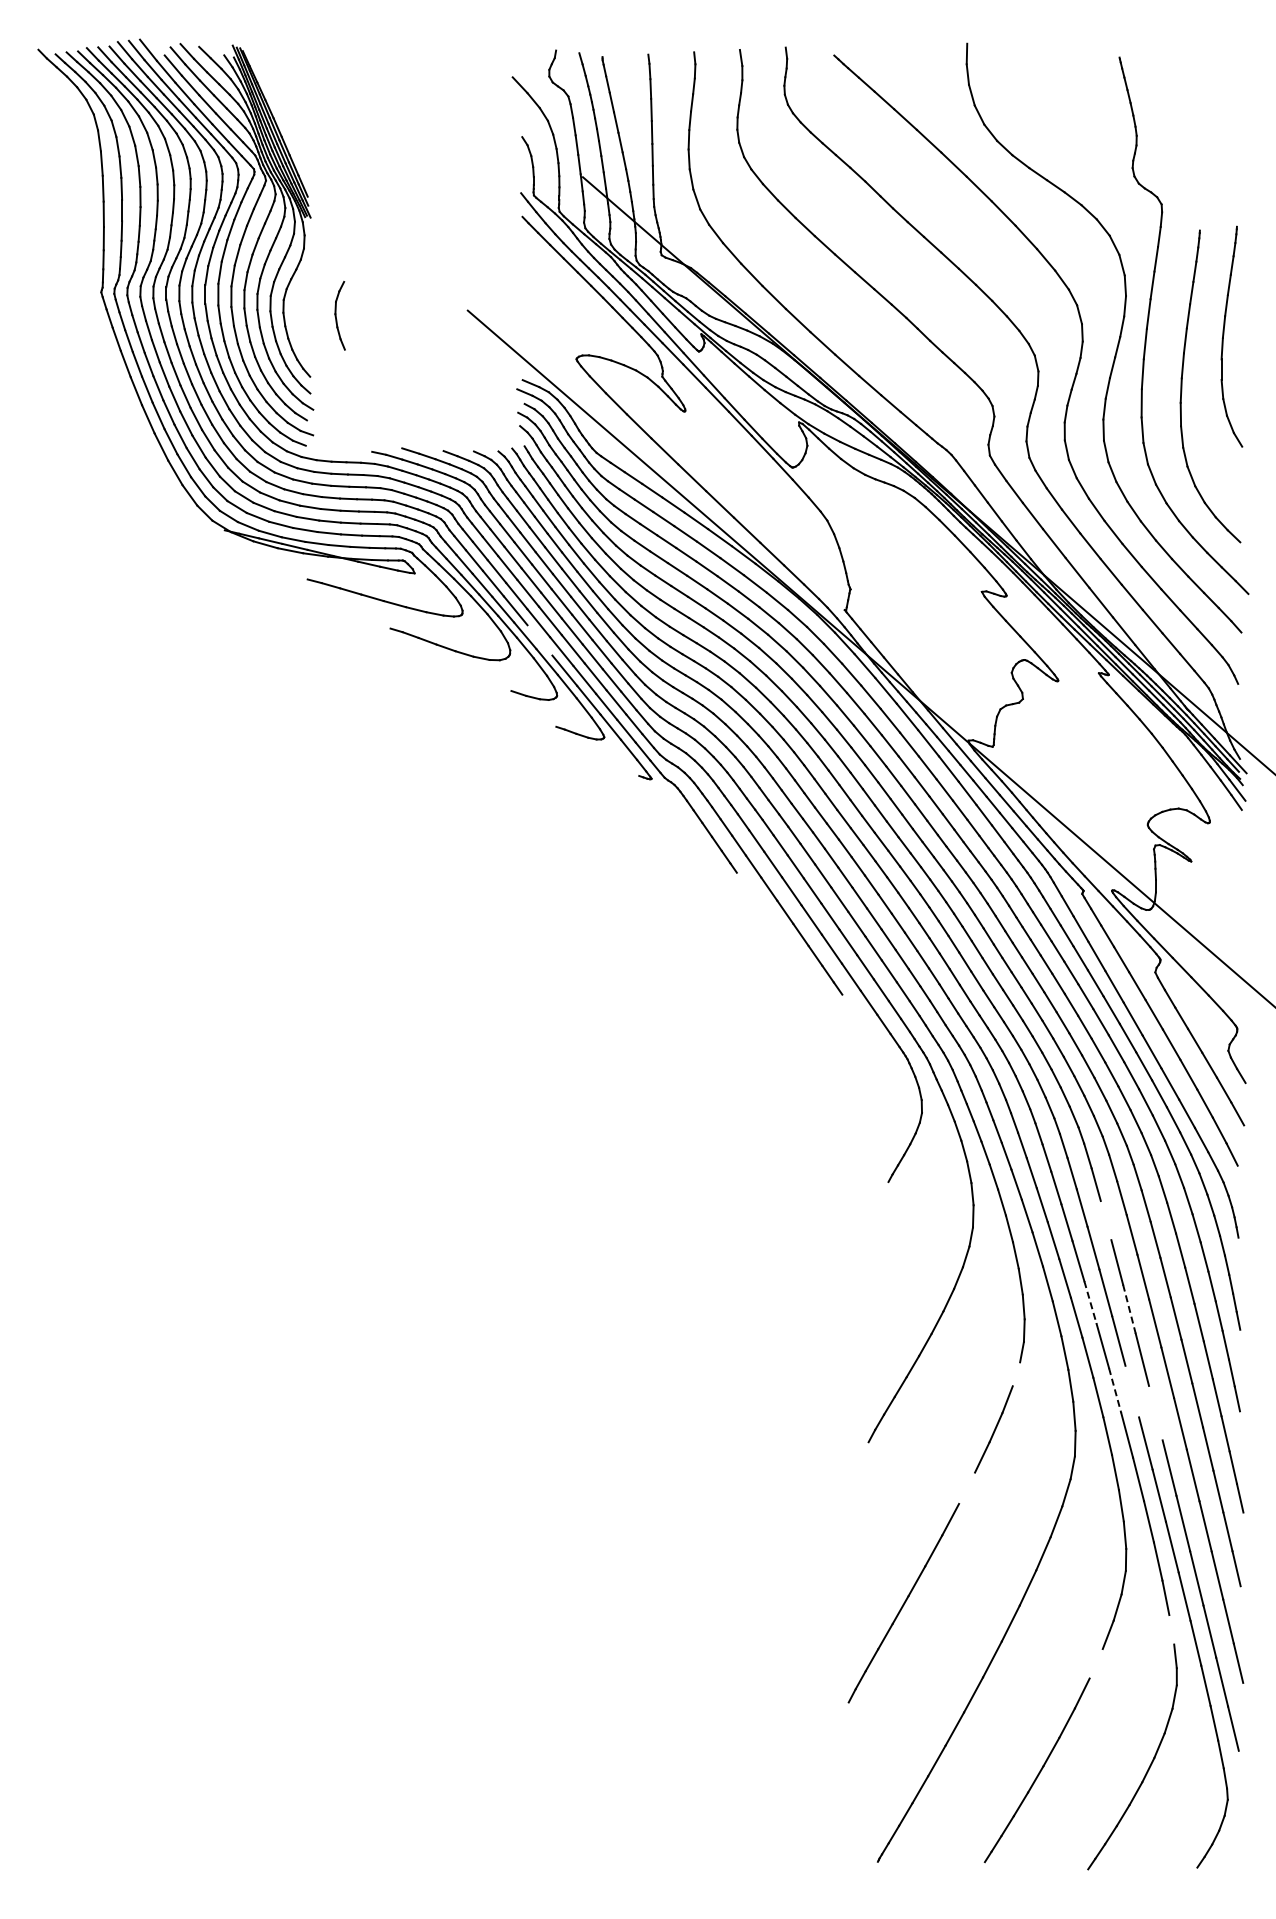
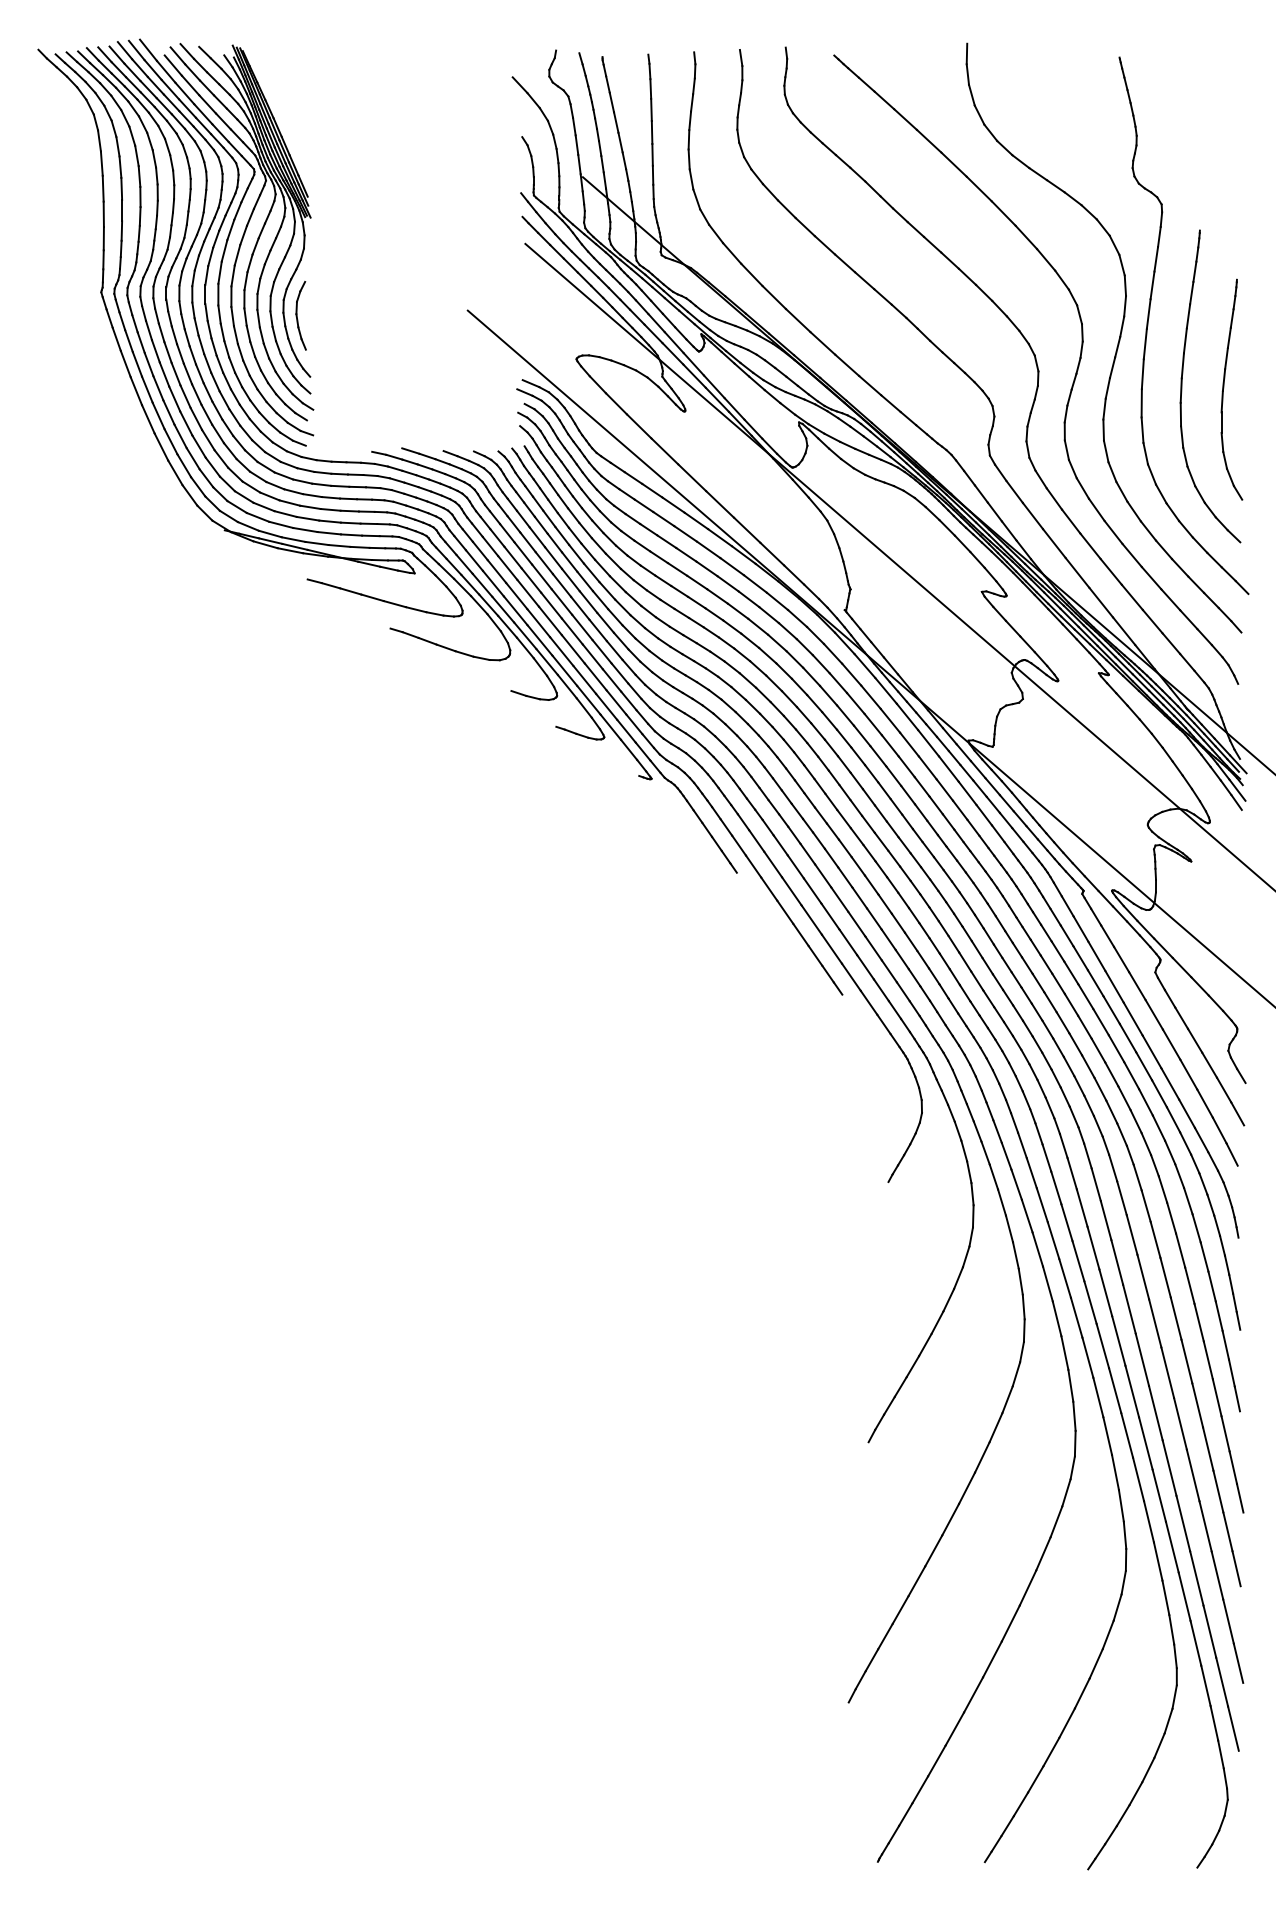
part at (339, 315) position: (339, 315) -> (300, 315)
part at (1224, 335) position: (1224, 335) -> (1224, 388)
line at (898, 565): none -> present
line at (539, 640): none -> present
line at (1105, 1220): none -> present
line at (1090, 1303): dashed -> solid
line at (1129, 1309): dashed -> solid
line at (1016, 1374): none -> present
line at (1115, 1391): dashed -> solid
line at (1132, 1391): none -> present
line at (1155, 1412): none -> present
line at (967, 1487): none -> present
line at (1171, 1629): none -> present
line at (1095, 1663): none -> present
